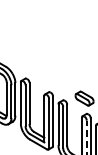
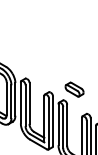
part at (84, 98) position: (84, 98) -> (74, 89)
line at (86, 137): dashed -> solid
